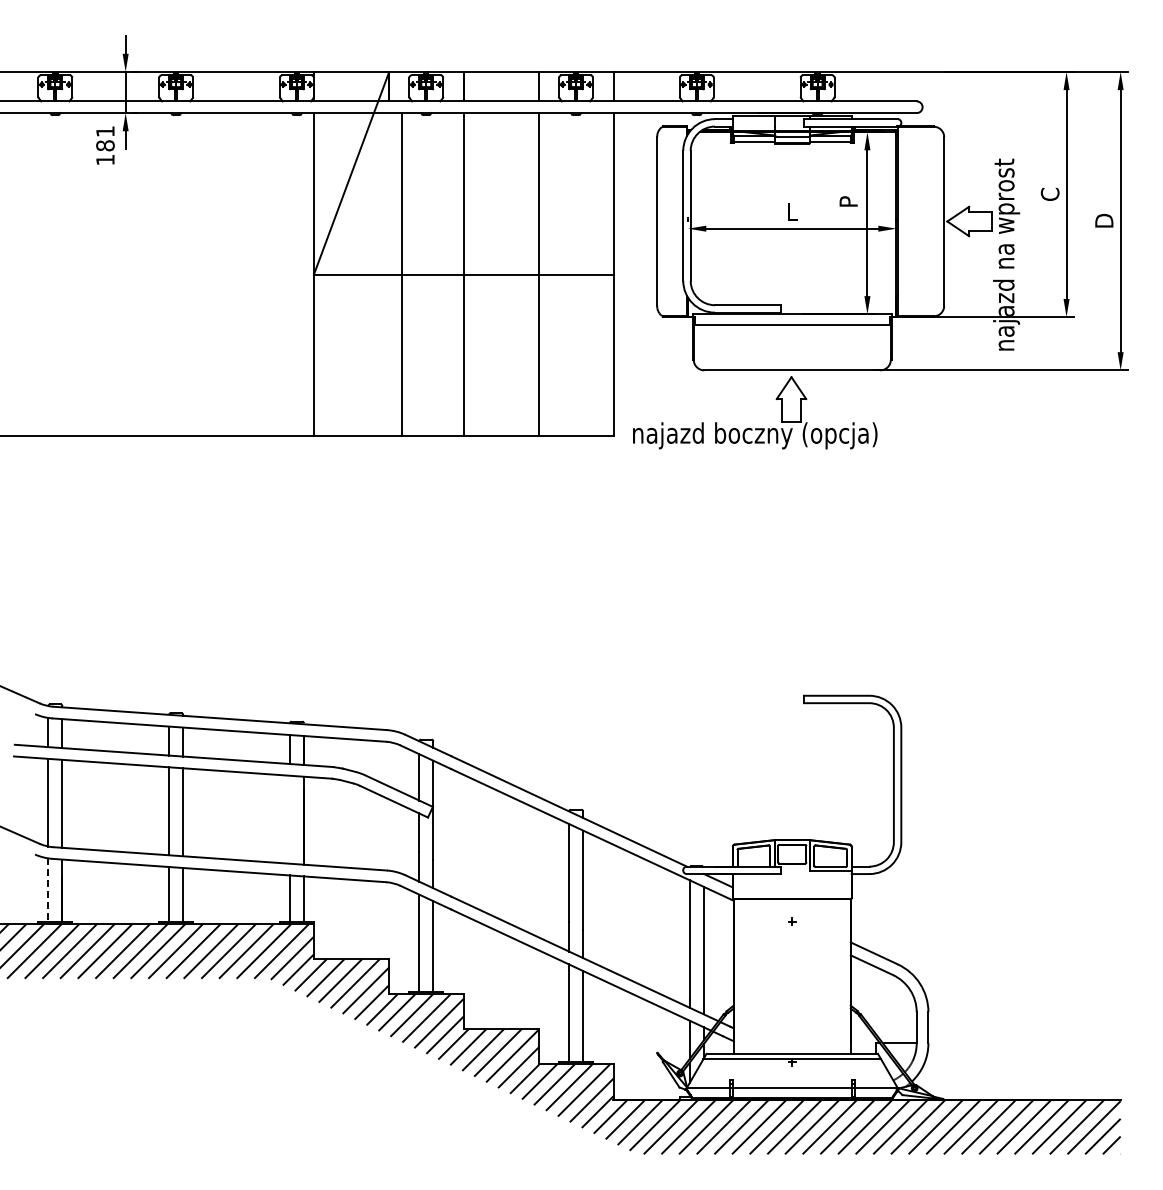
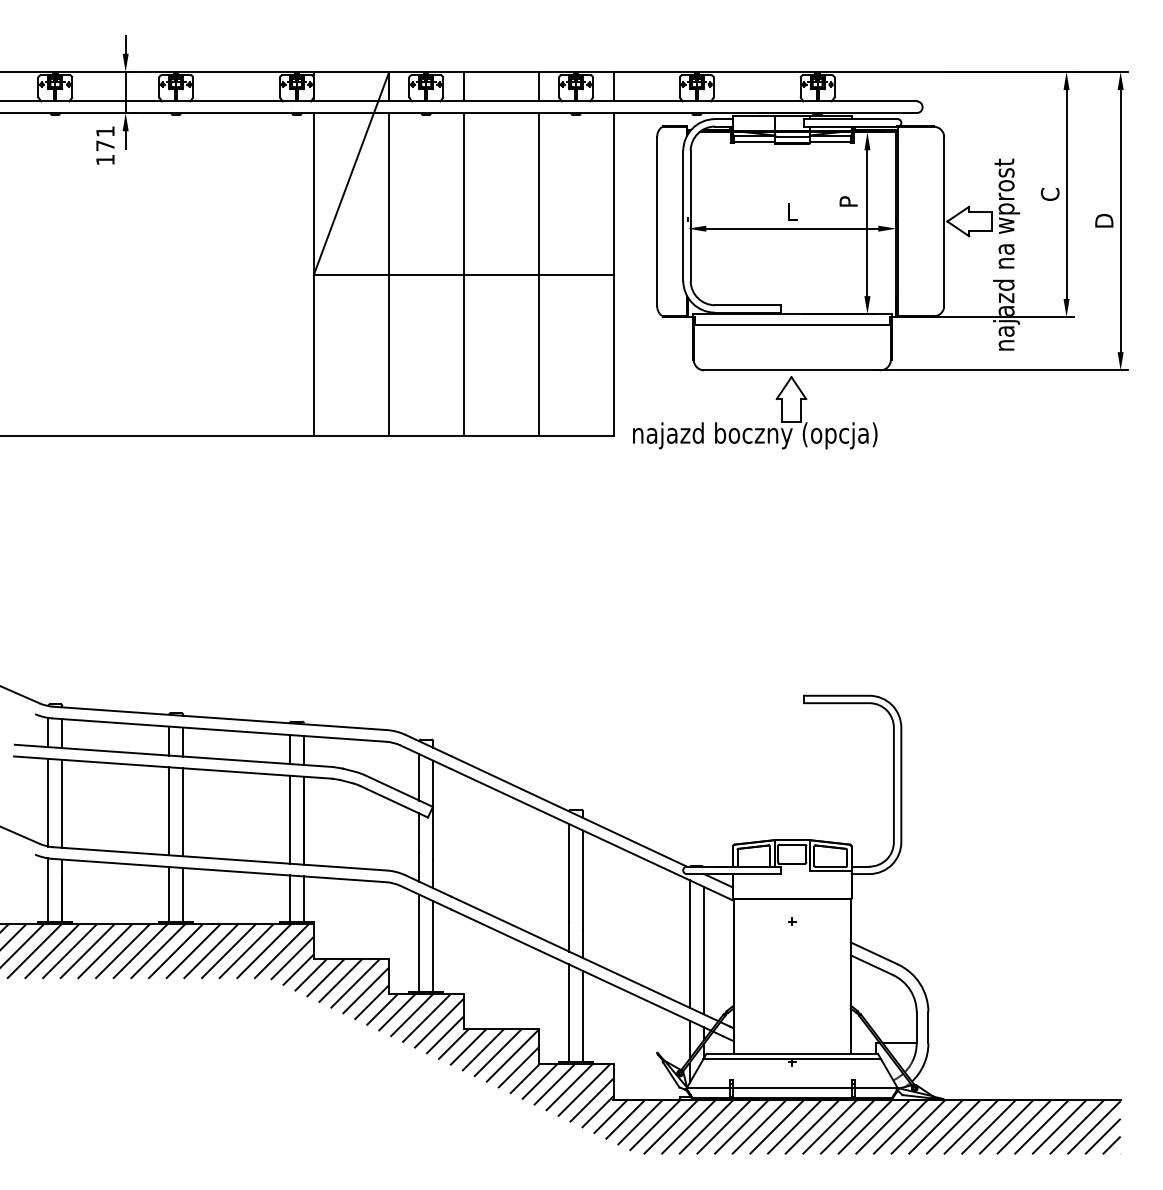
text at (105, 145): 181 -> 171
line at (401, 274) position: (401, 274) -> (388, 274)
line at (289, 819): none -> present
line at (48, 890): dashed -> solid
